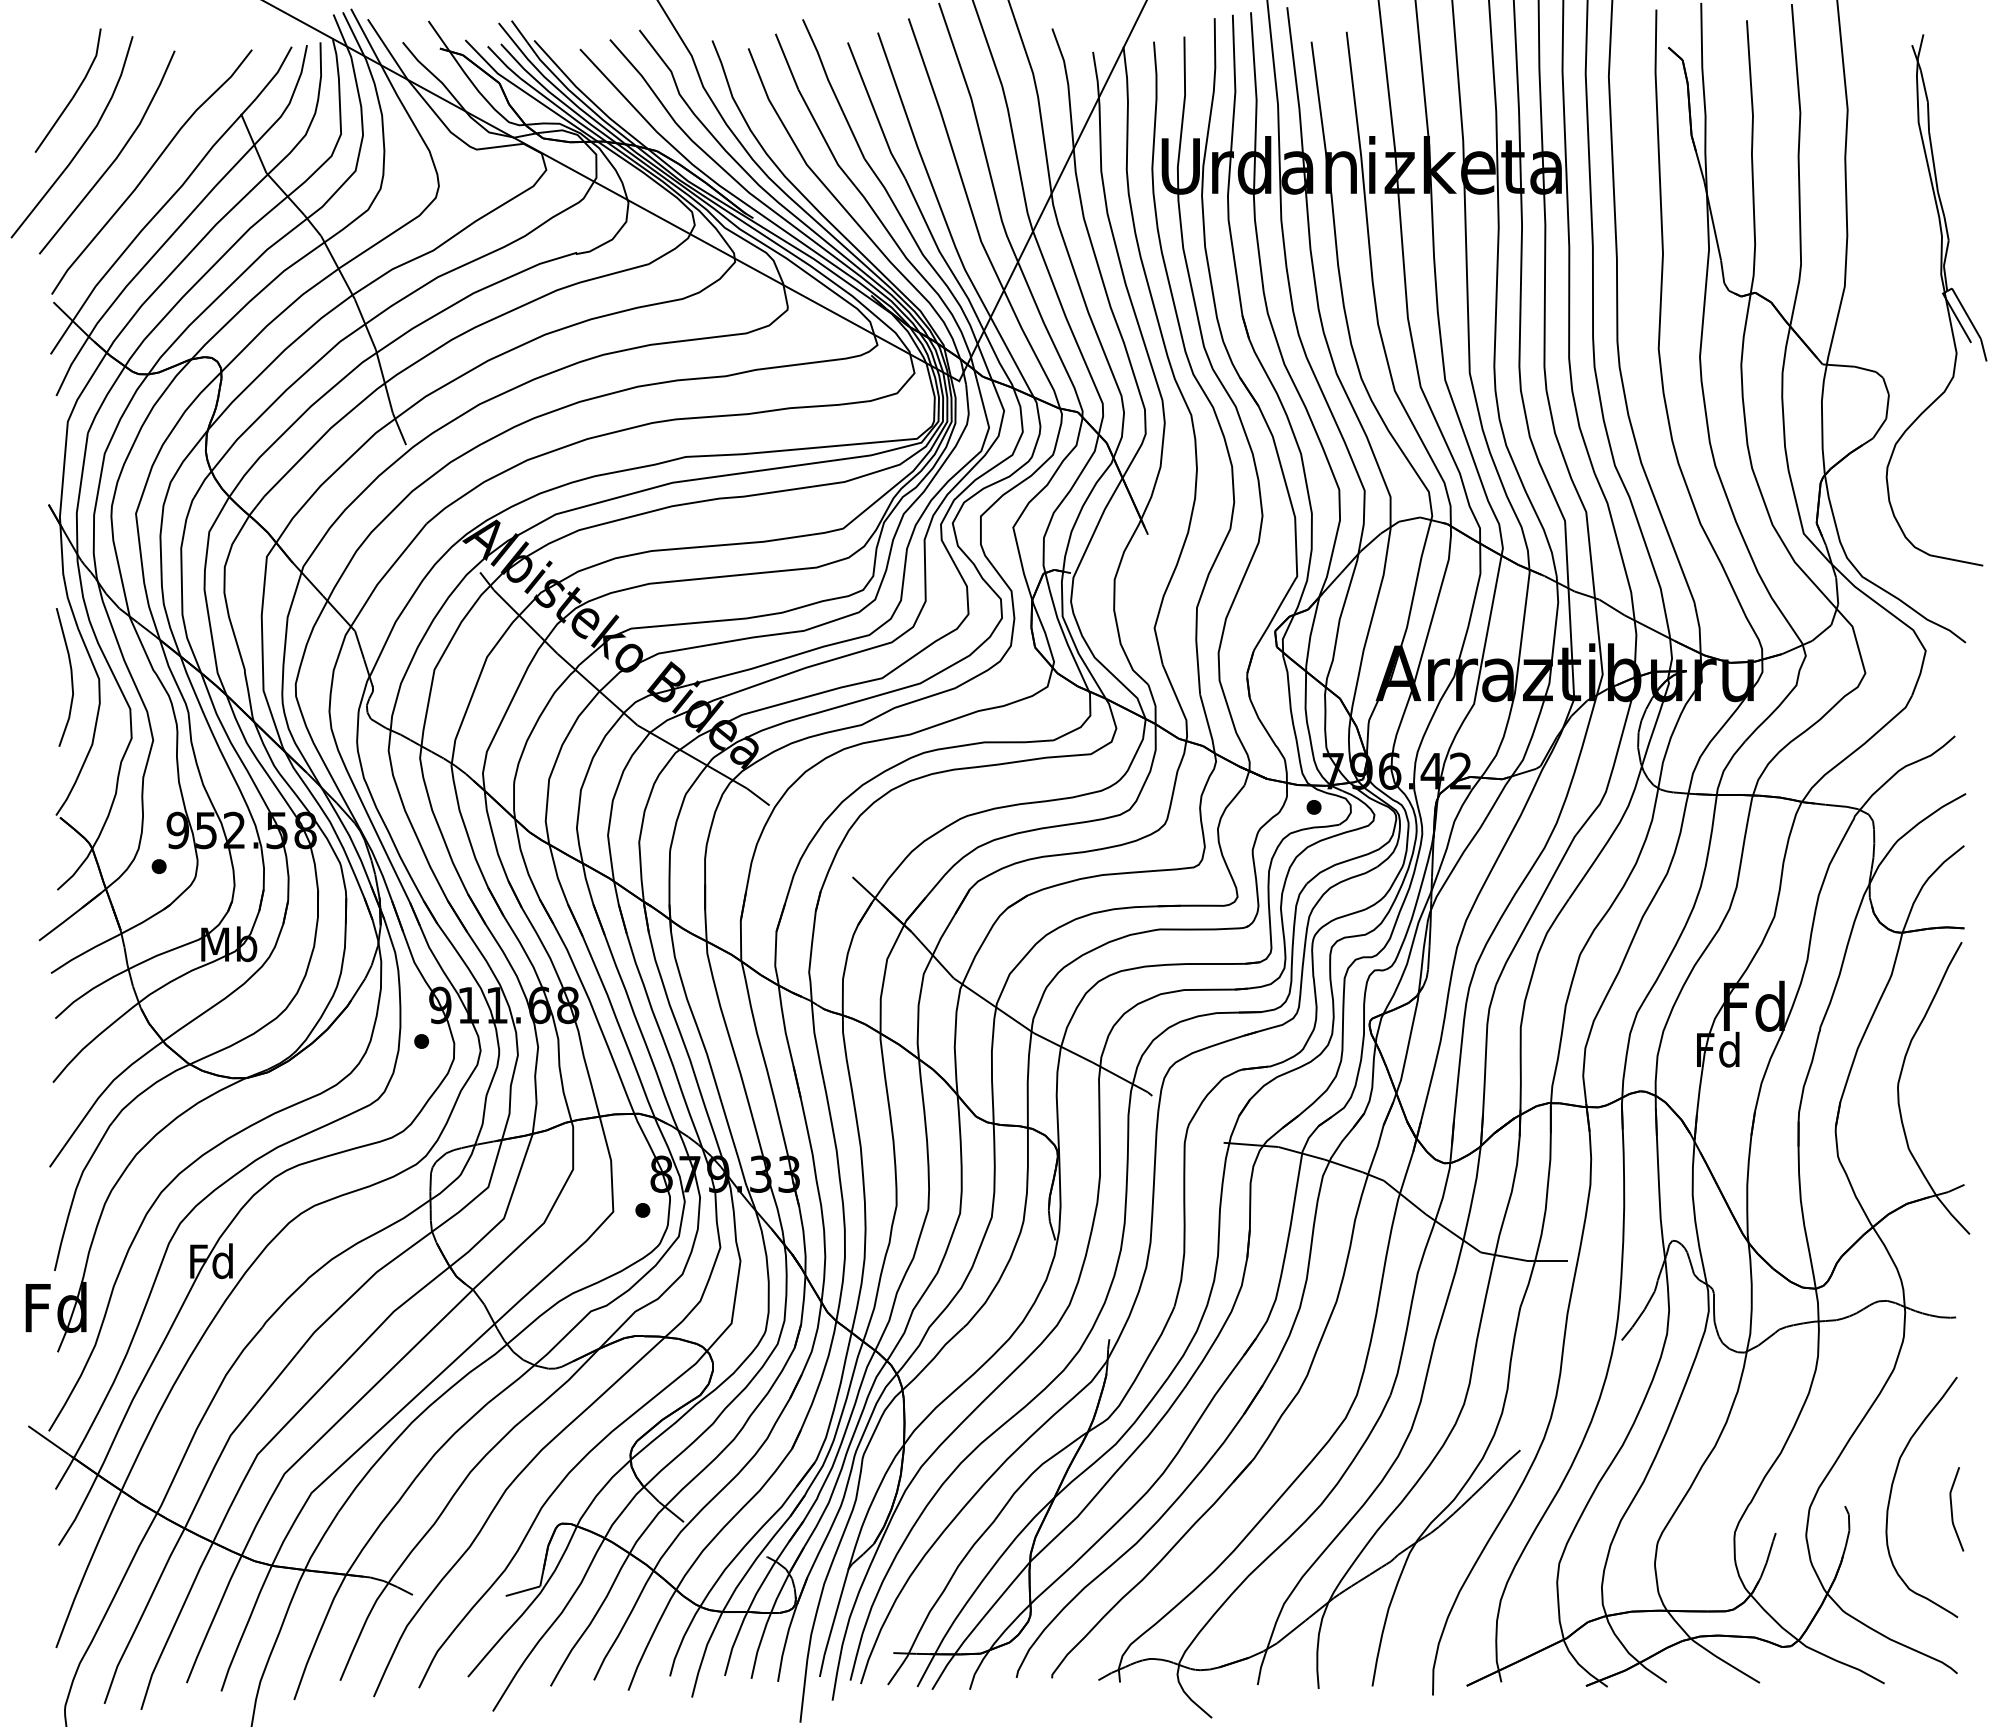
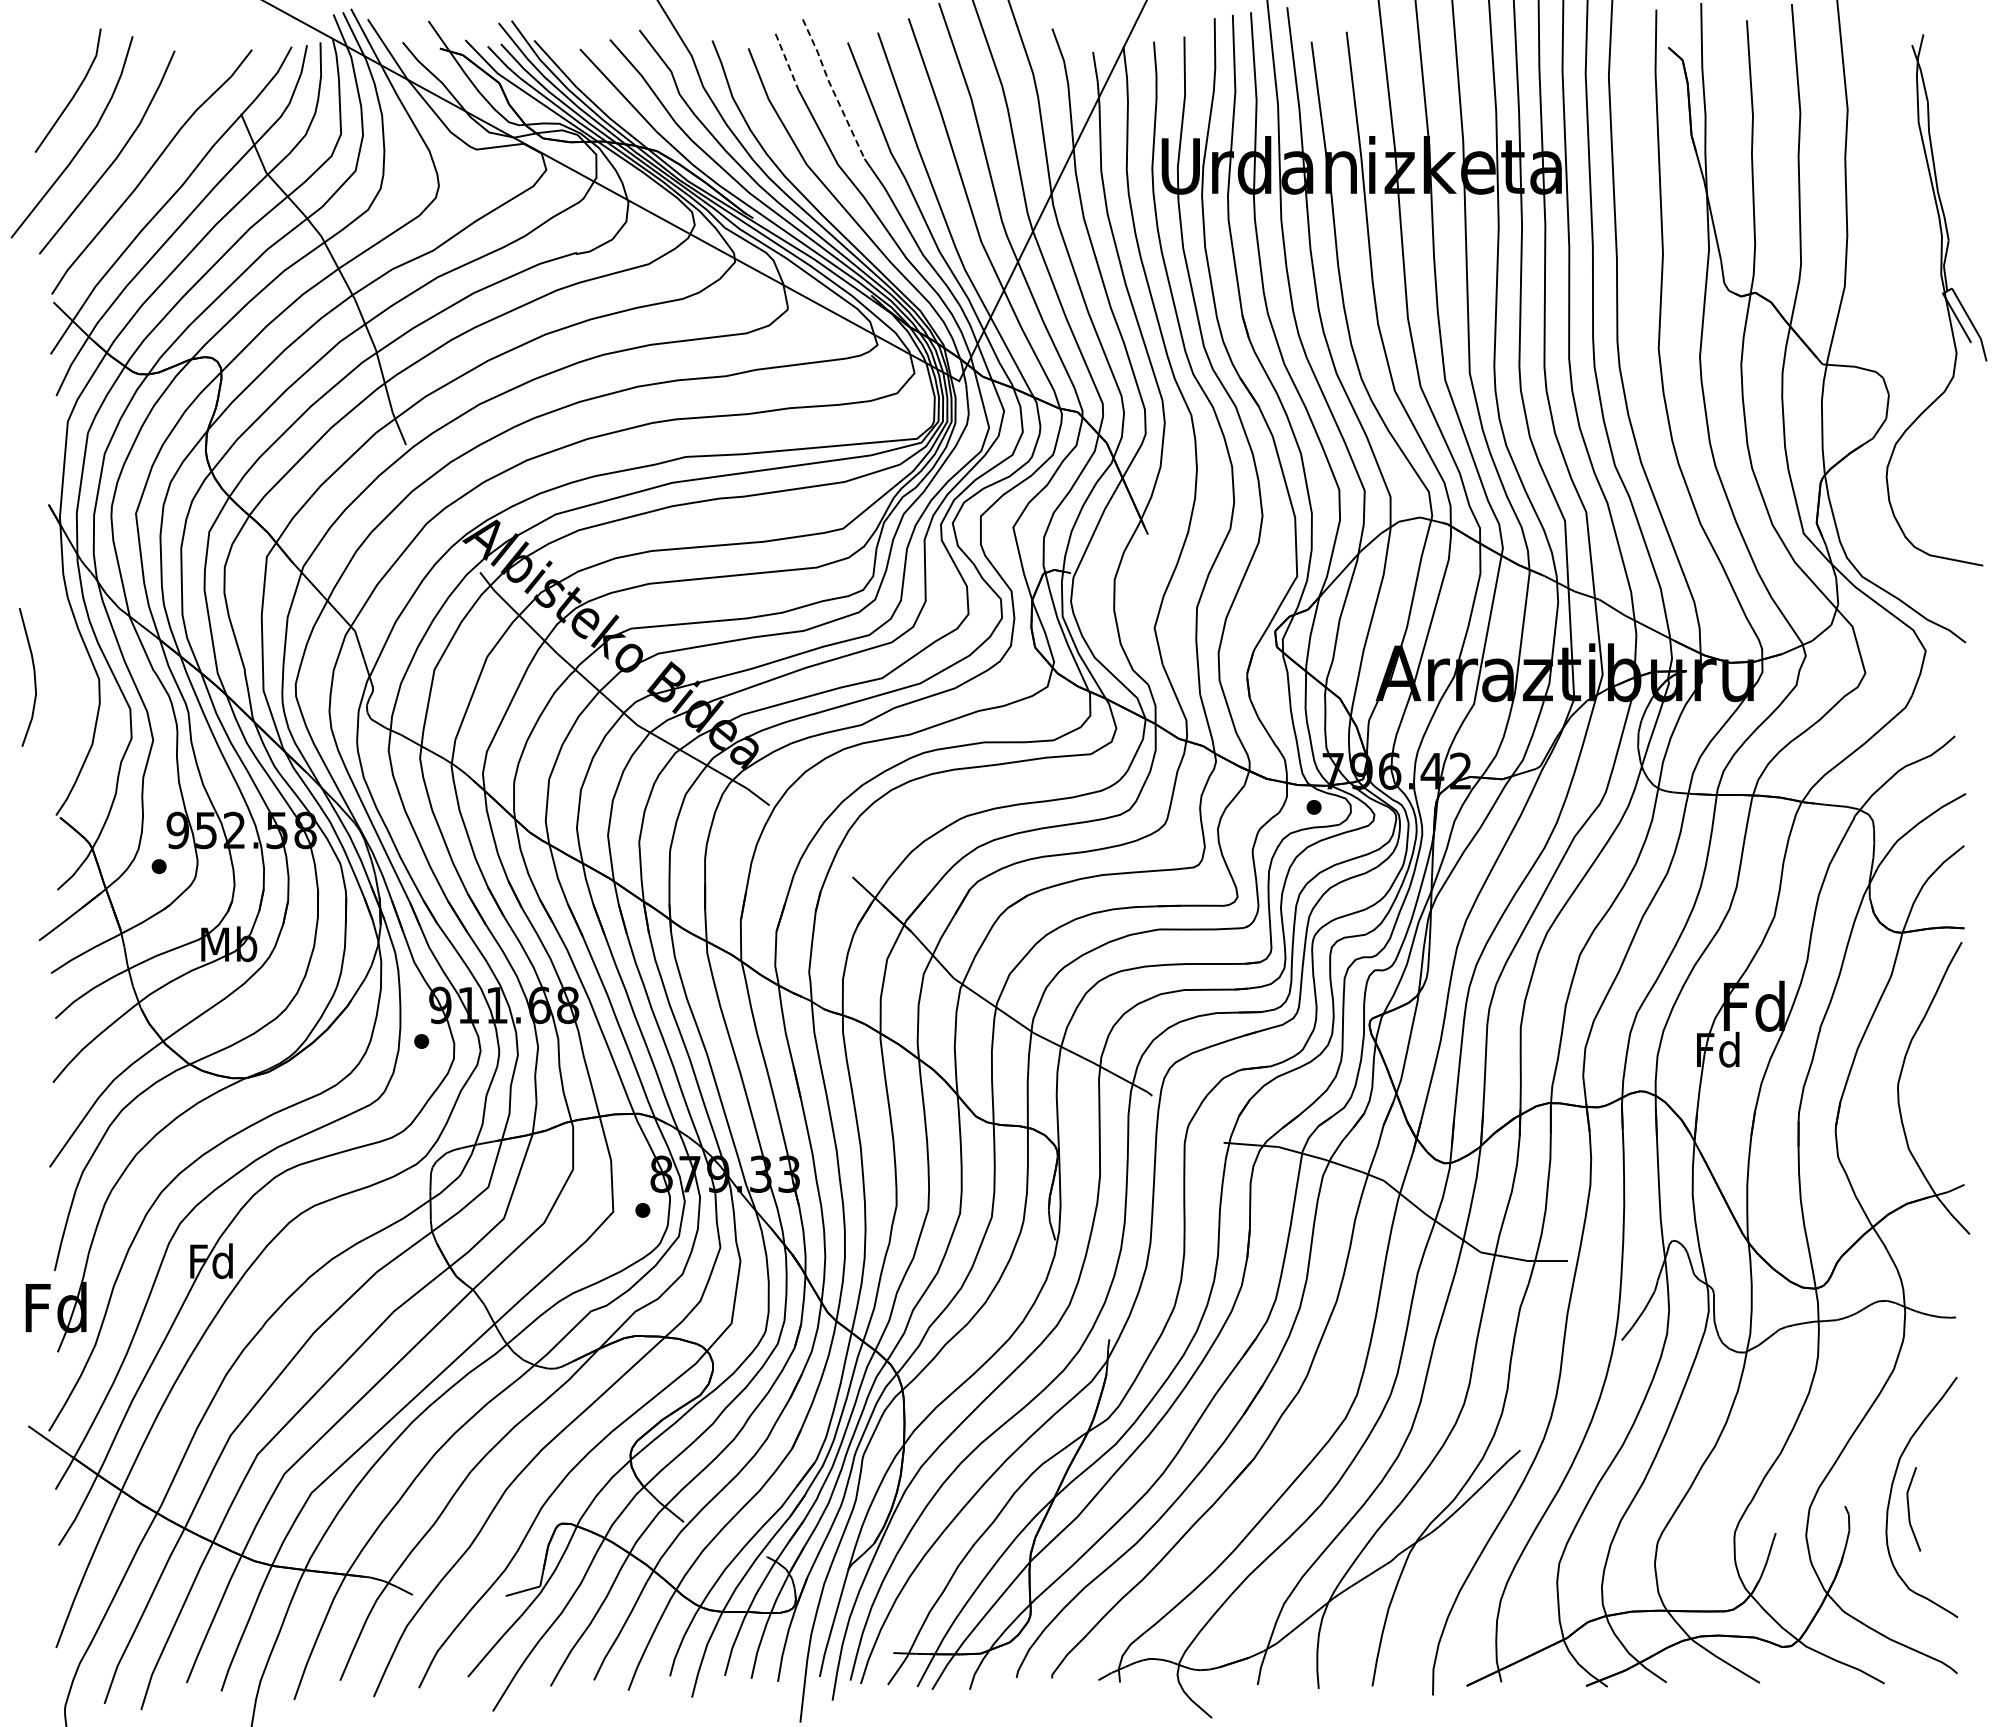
line at (787, 62): solid -> dashed
line at (831, 88): solid -> dashed
curve at (70, 675) position: (70, 675) -> (33, 675)
curve at (1952, 1509) position: (1952, 1509) -> (1909, 1509)
